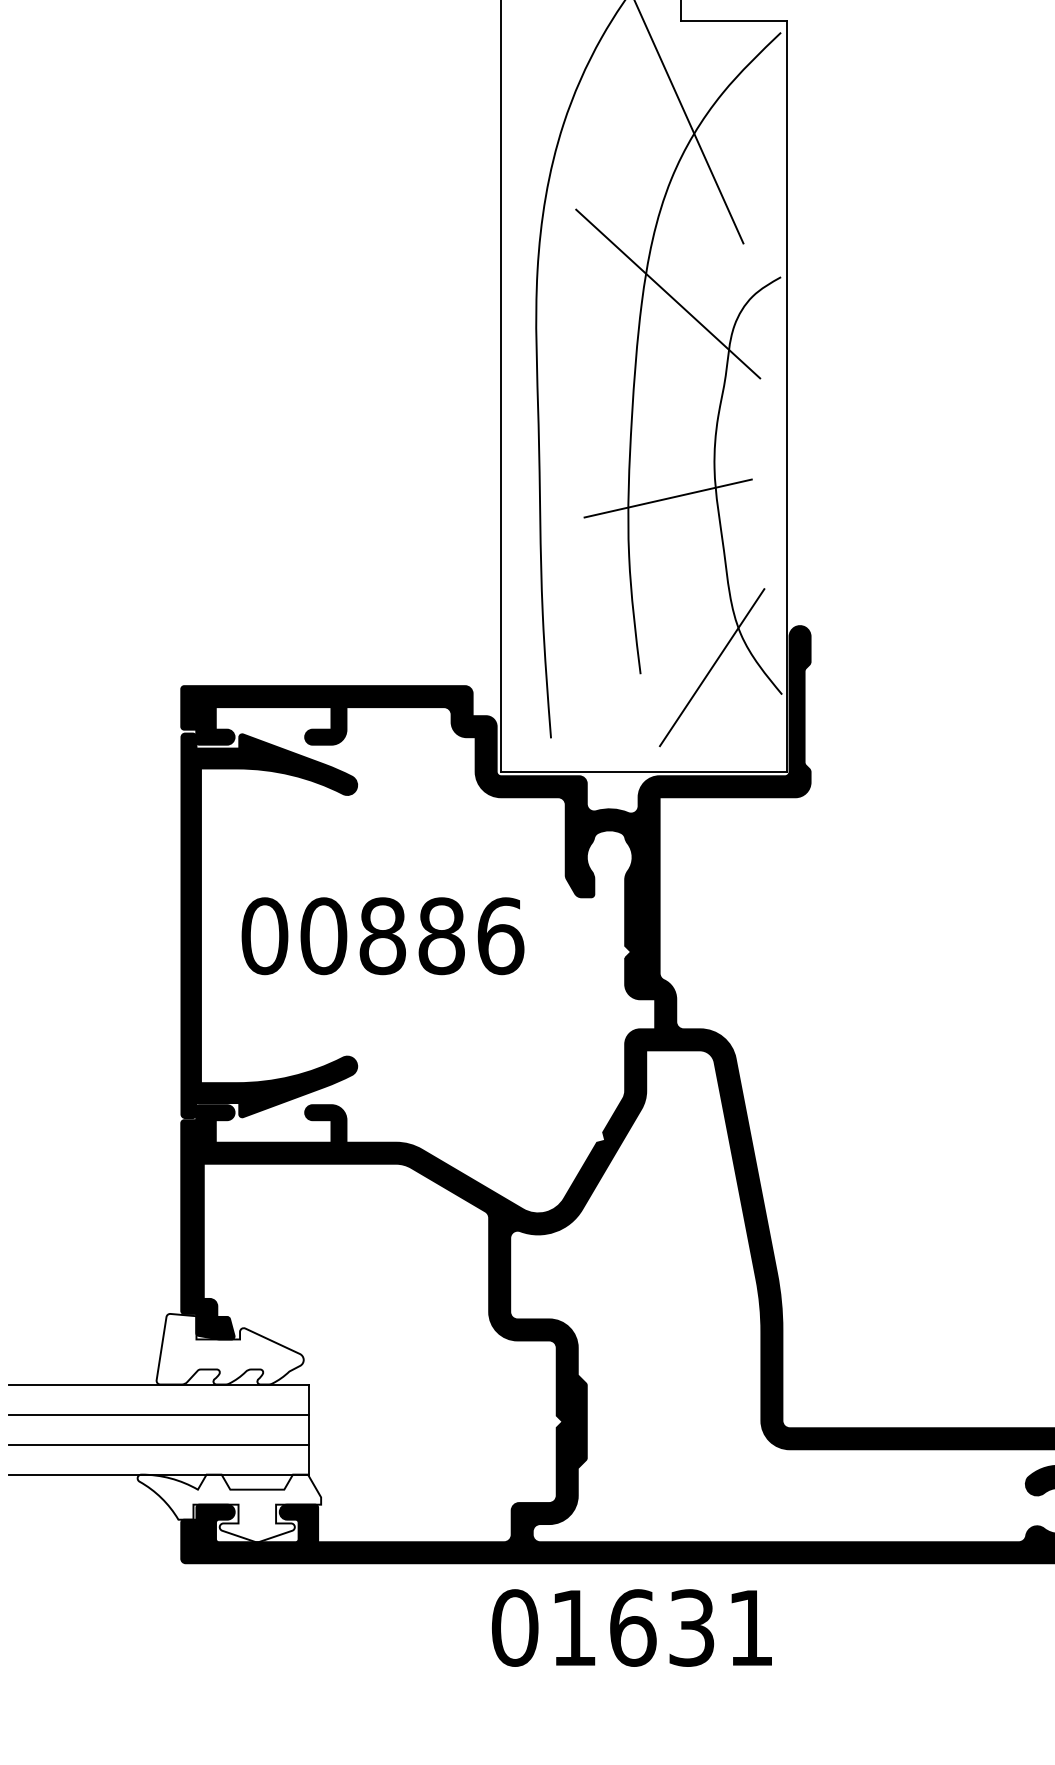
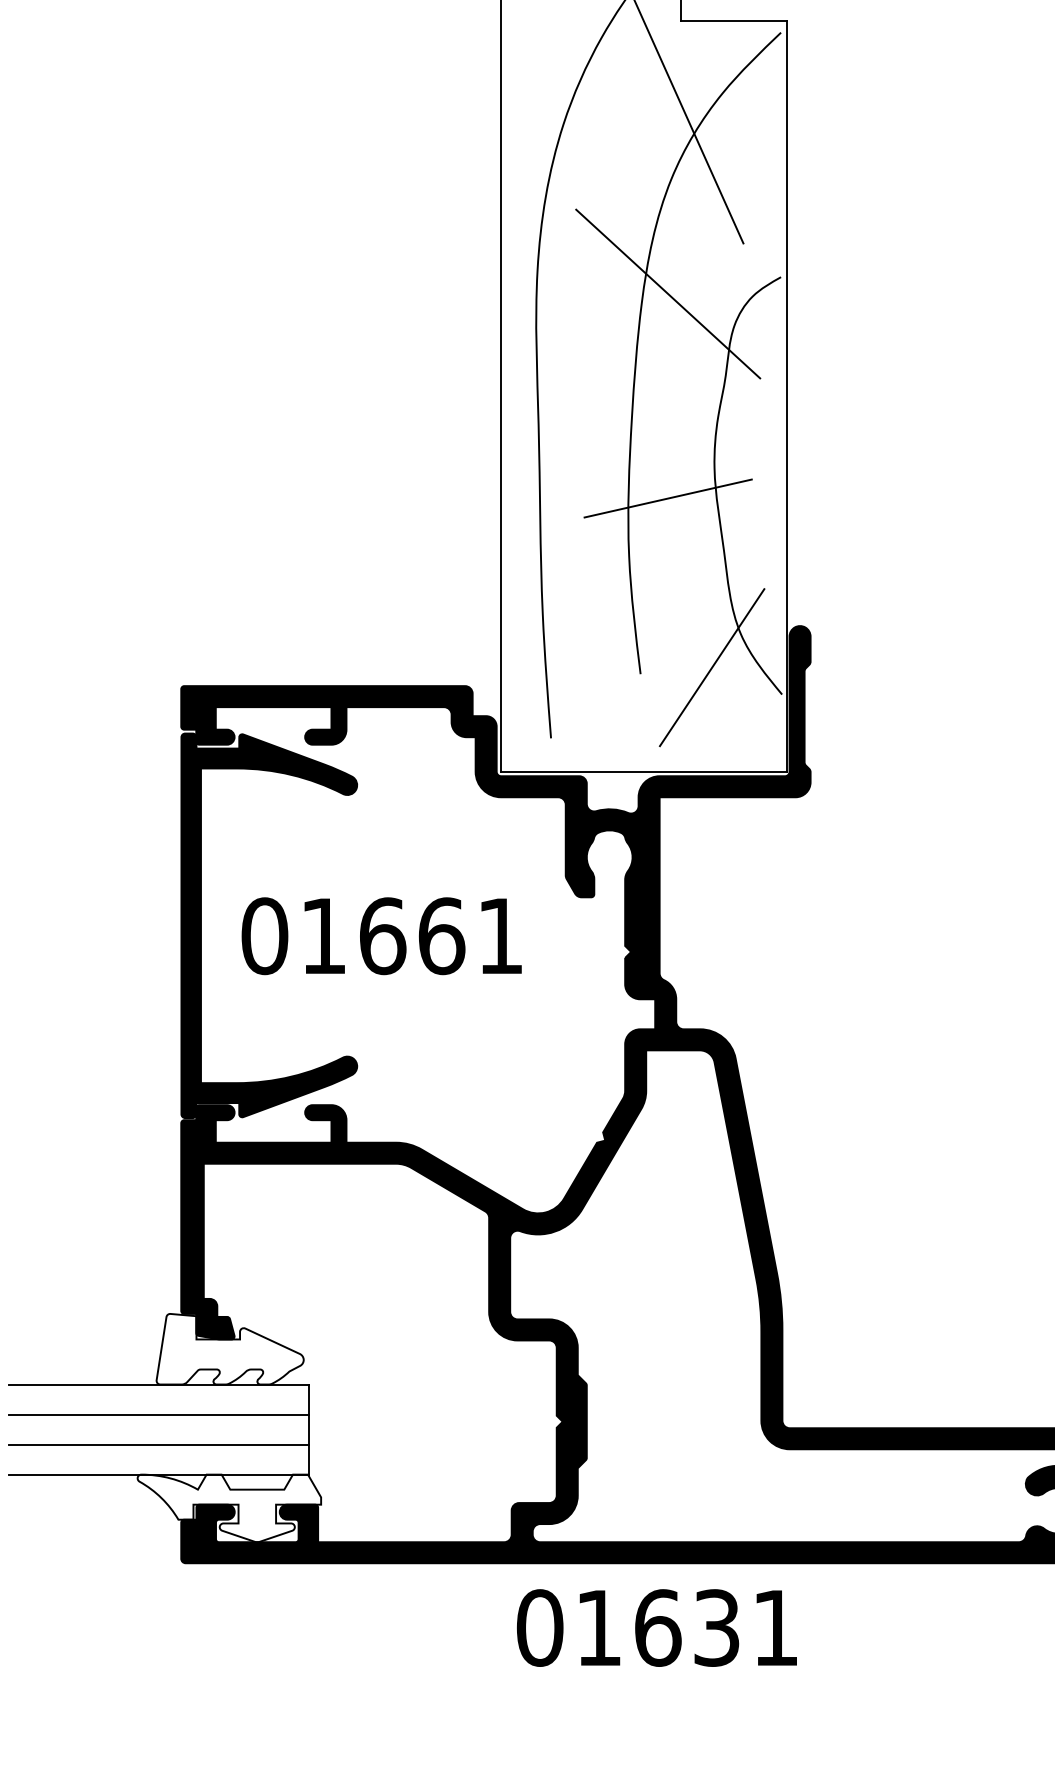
text at (412, 936): 00886 -> 01661
text at (631, 1627) position: (631, 1627) -> (656, 1627)
